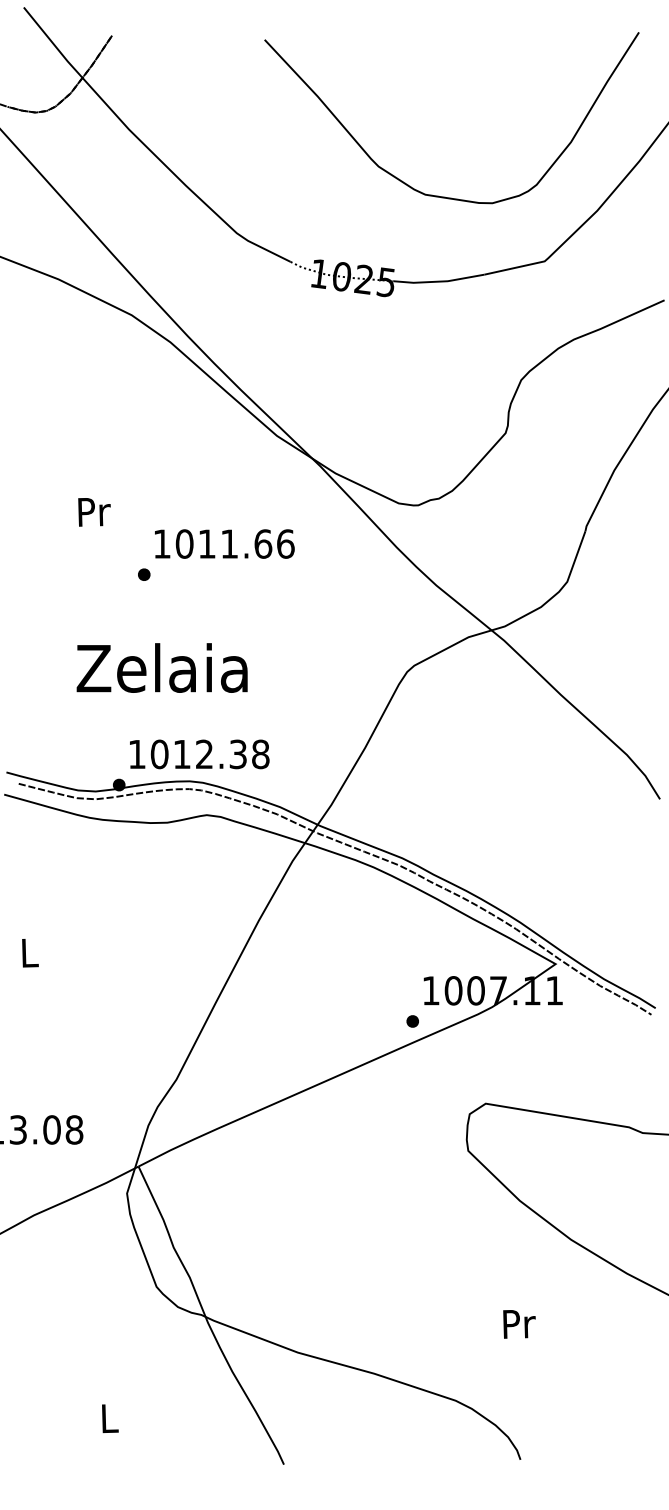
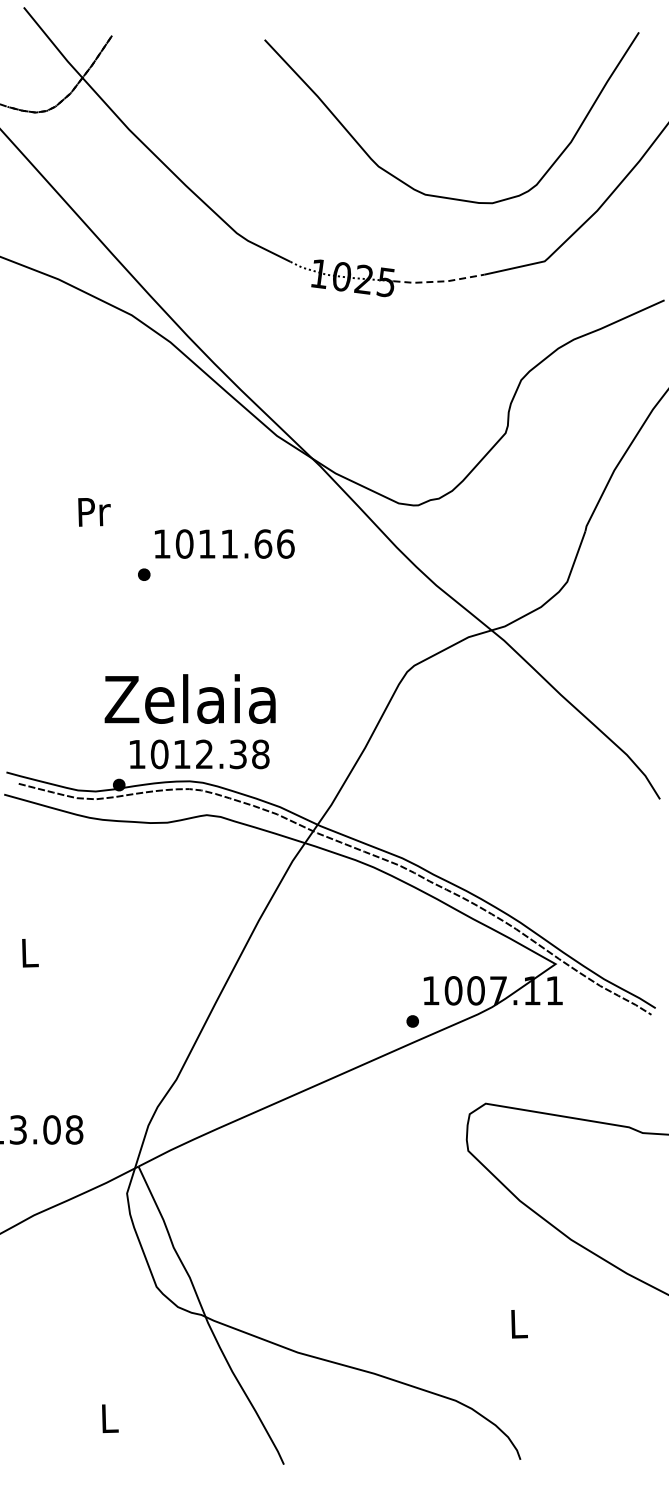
line at (439, 281): solid -> dashed
text at (161, 667) position: (161, 667) -> (189, 698)
text at (519, 1324): Pr -> L
